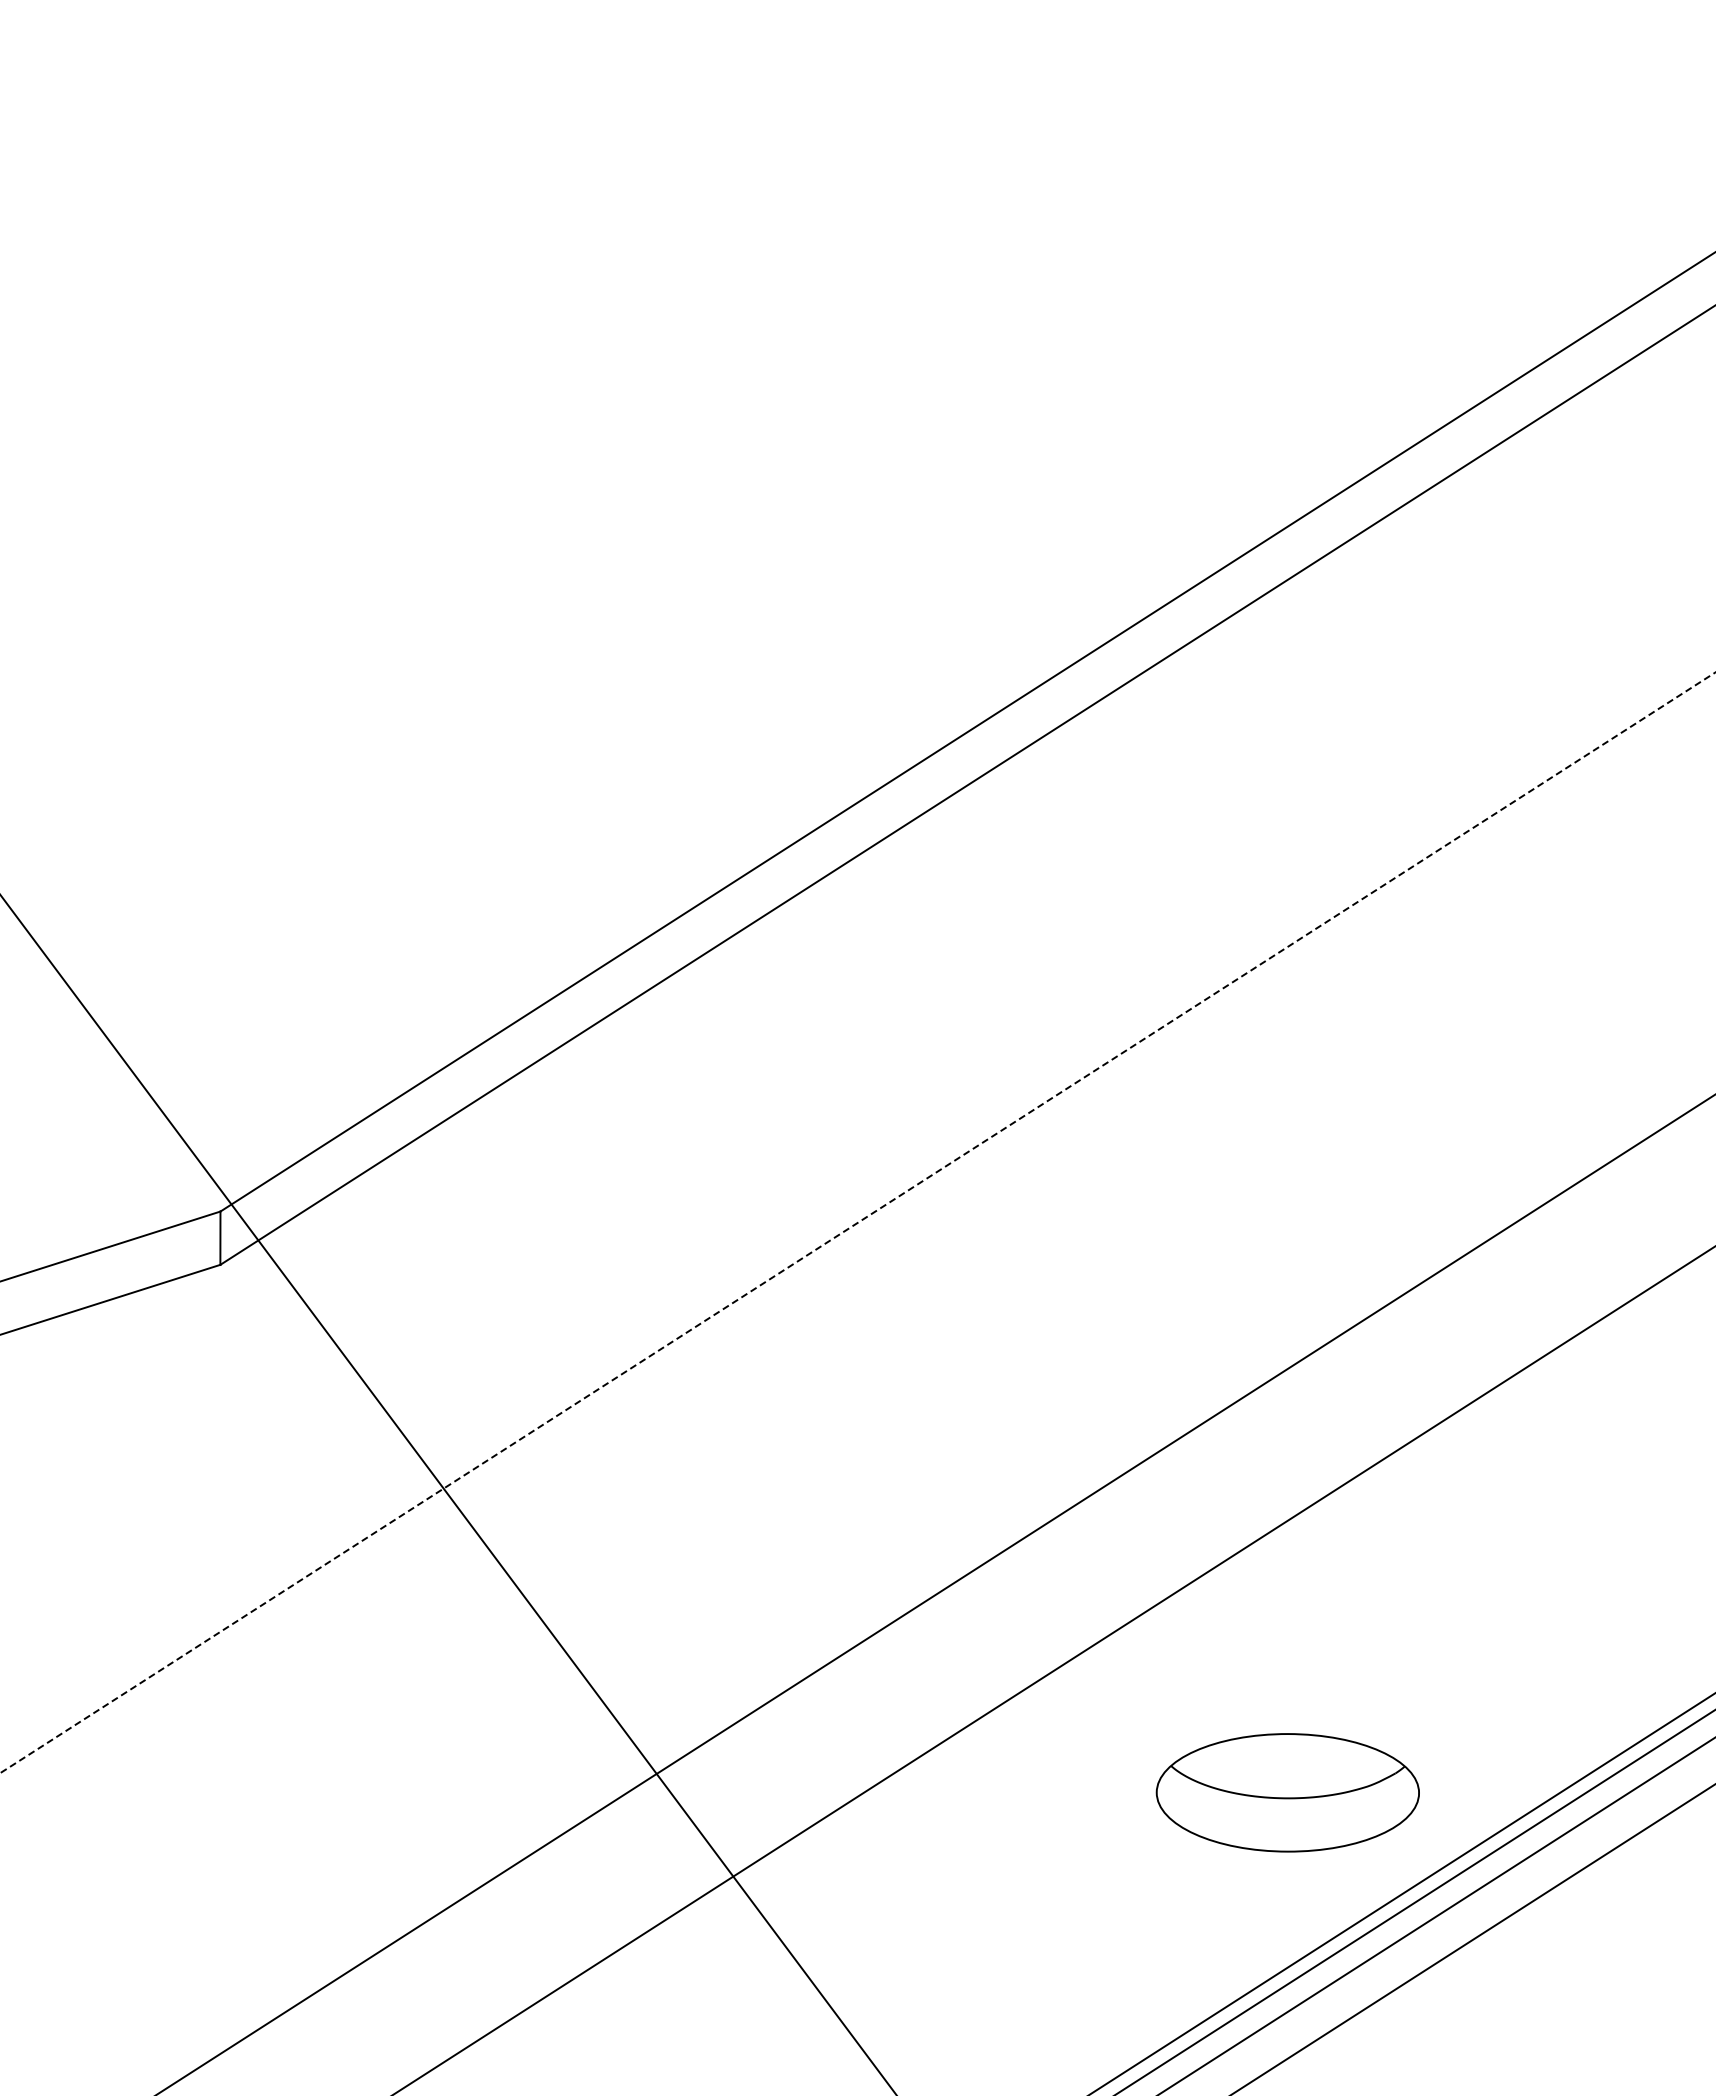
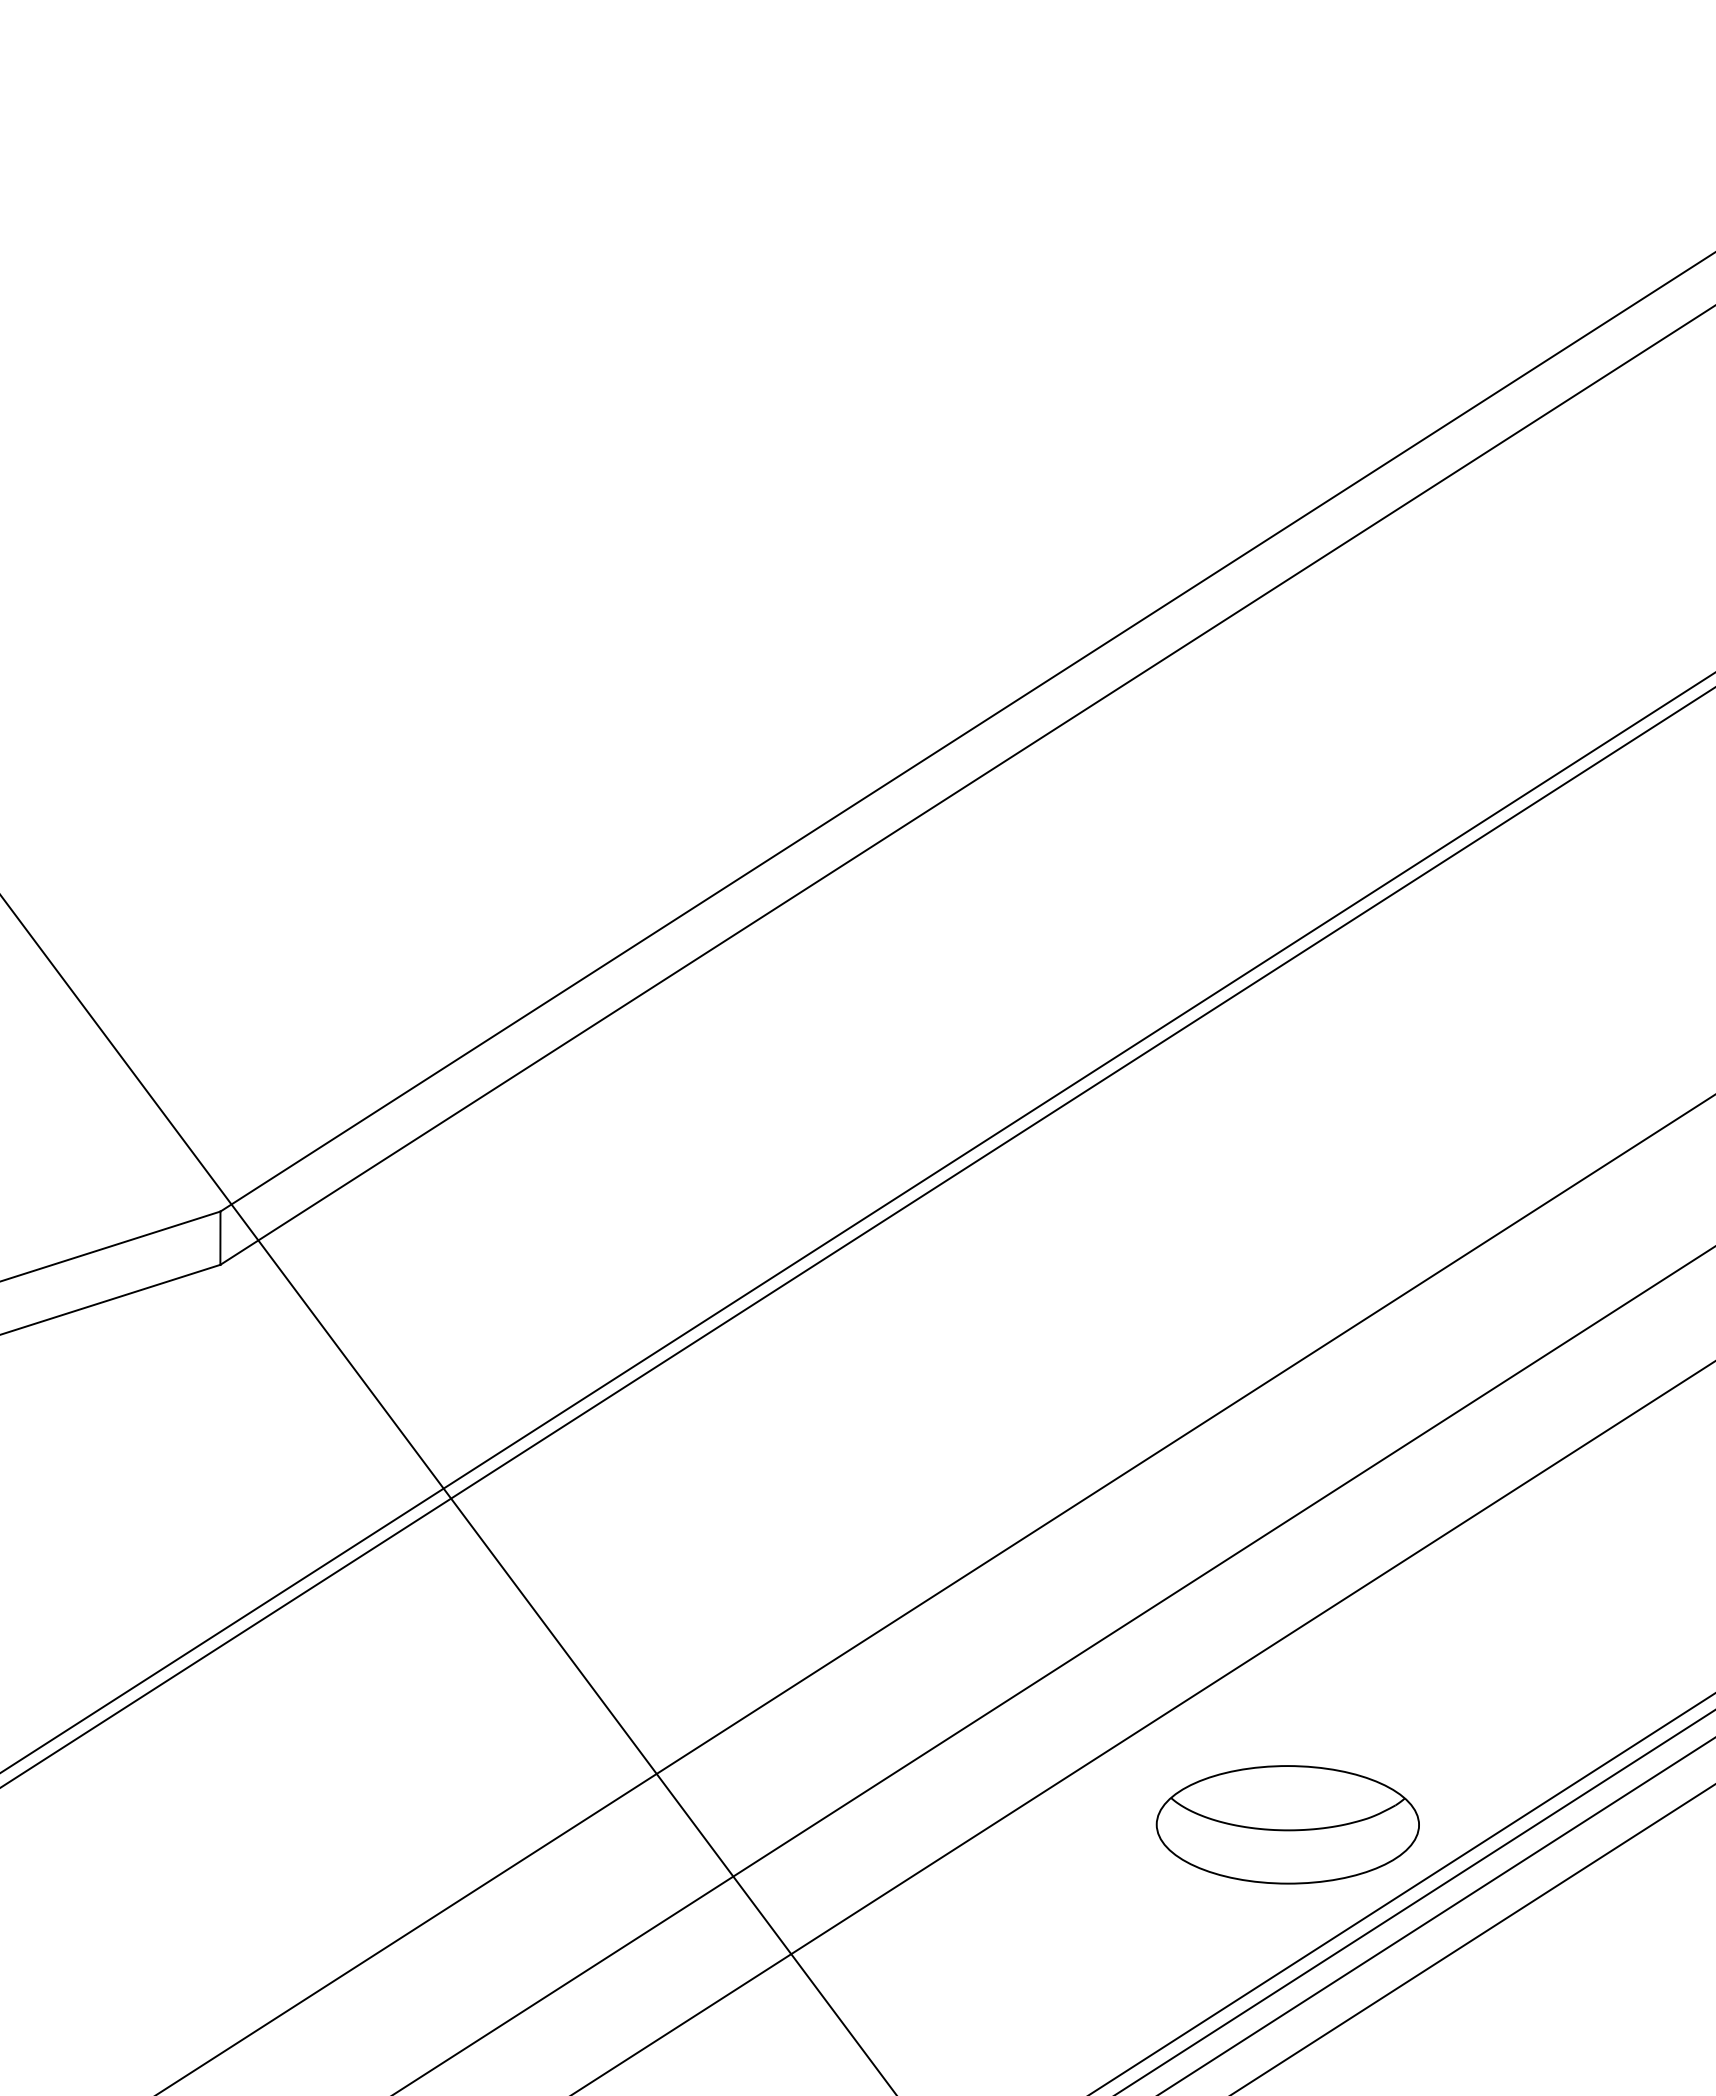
line at (858, 1222): dashed -> solid
line at (857, 1237): none -> present
line at (1143, 1727): none -> present
part at (1287, 1792) position: (1287, 1792) -> (1287, 1824)
